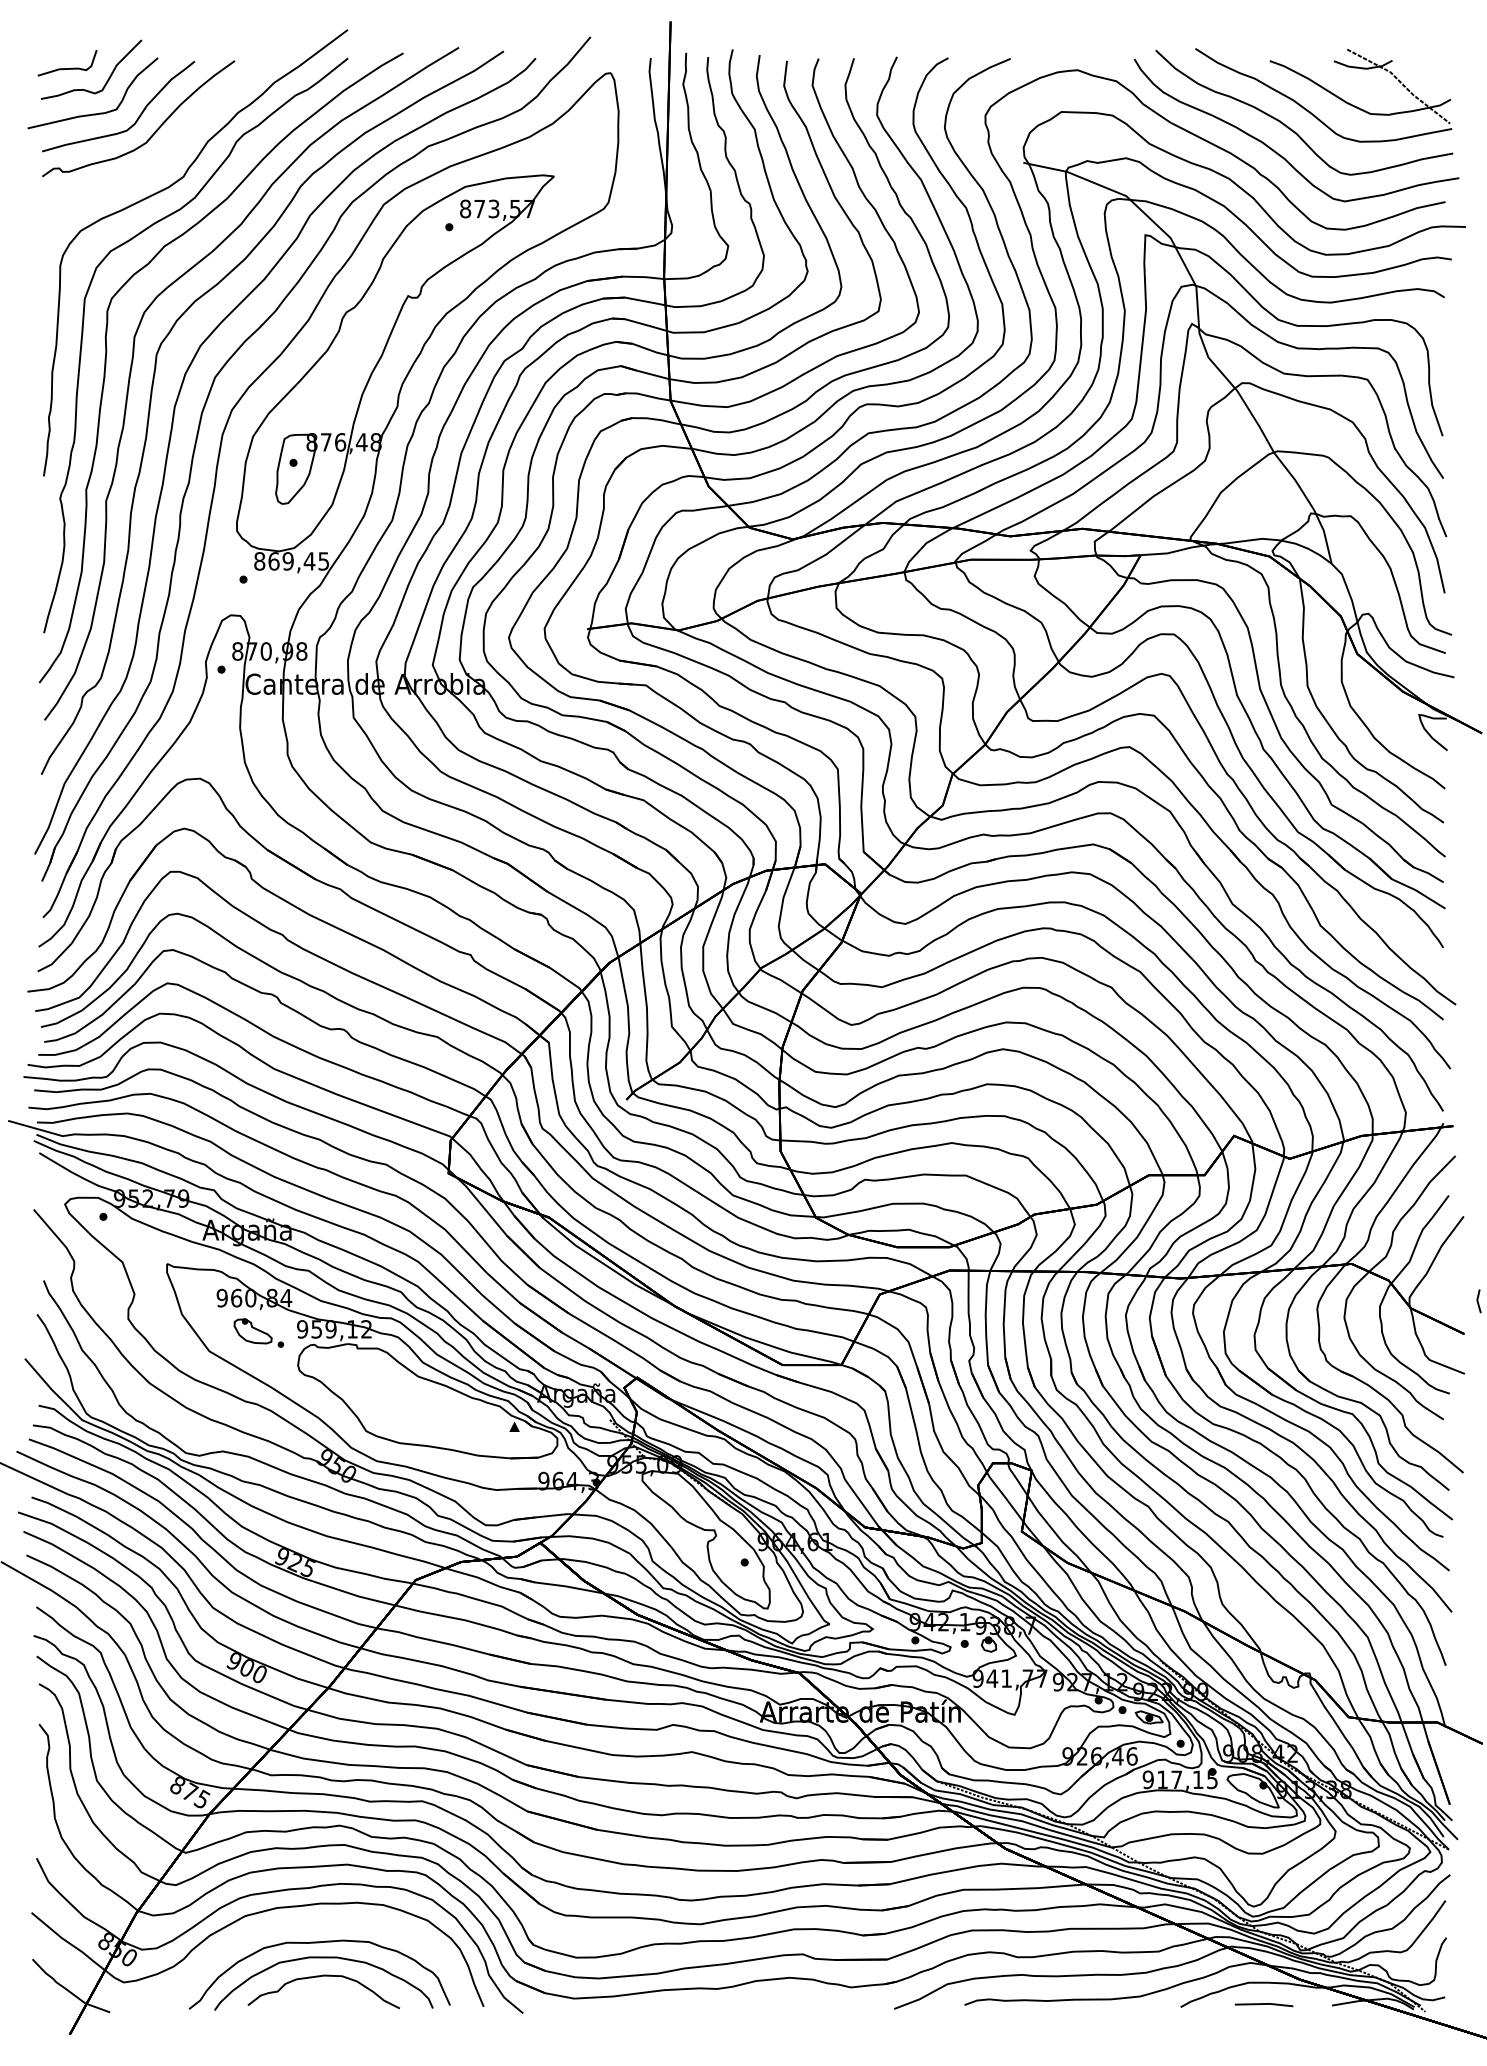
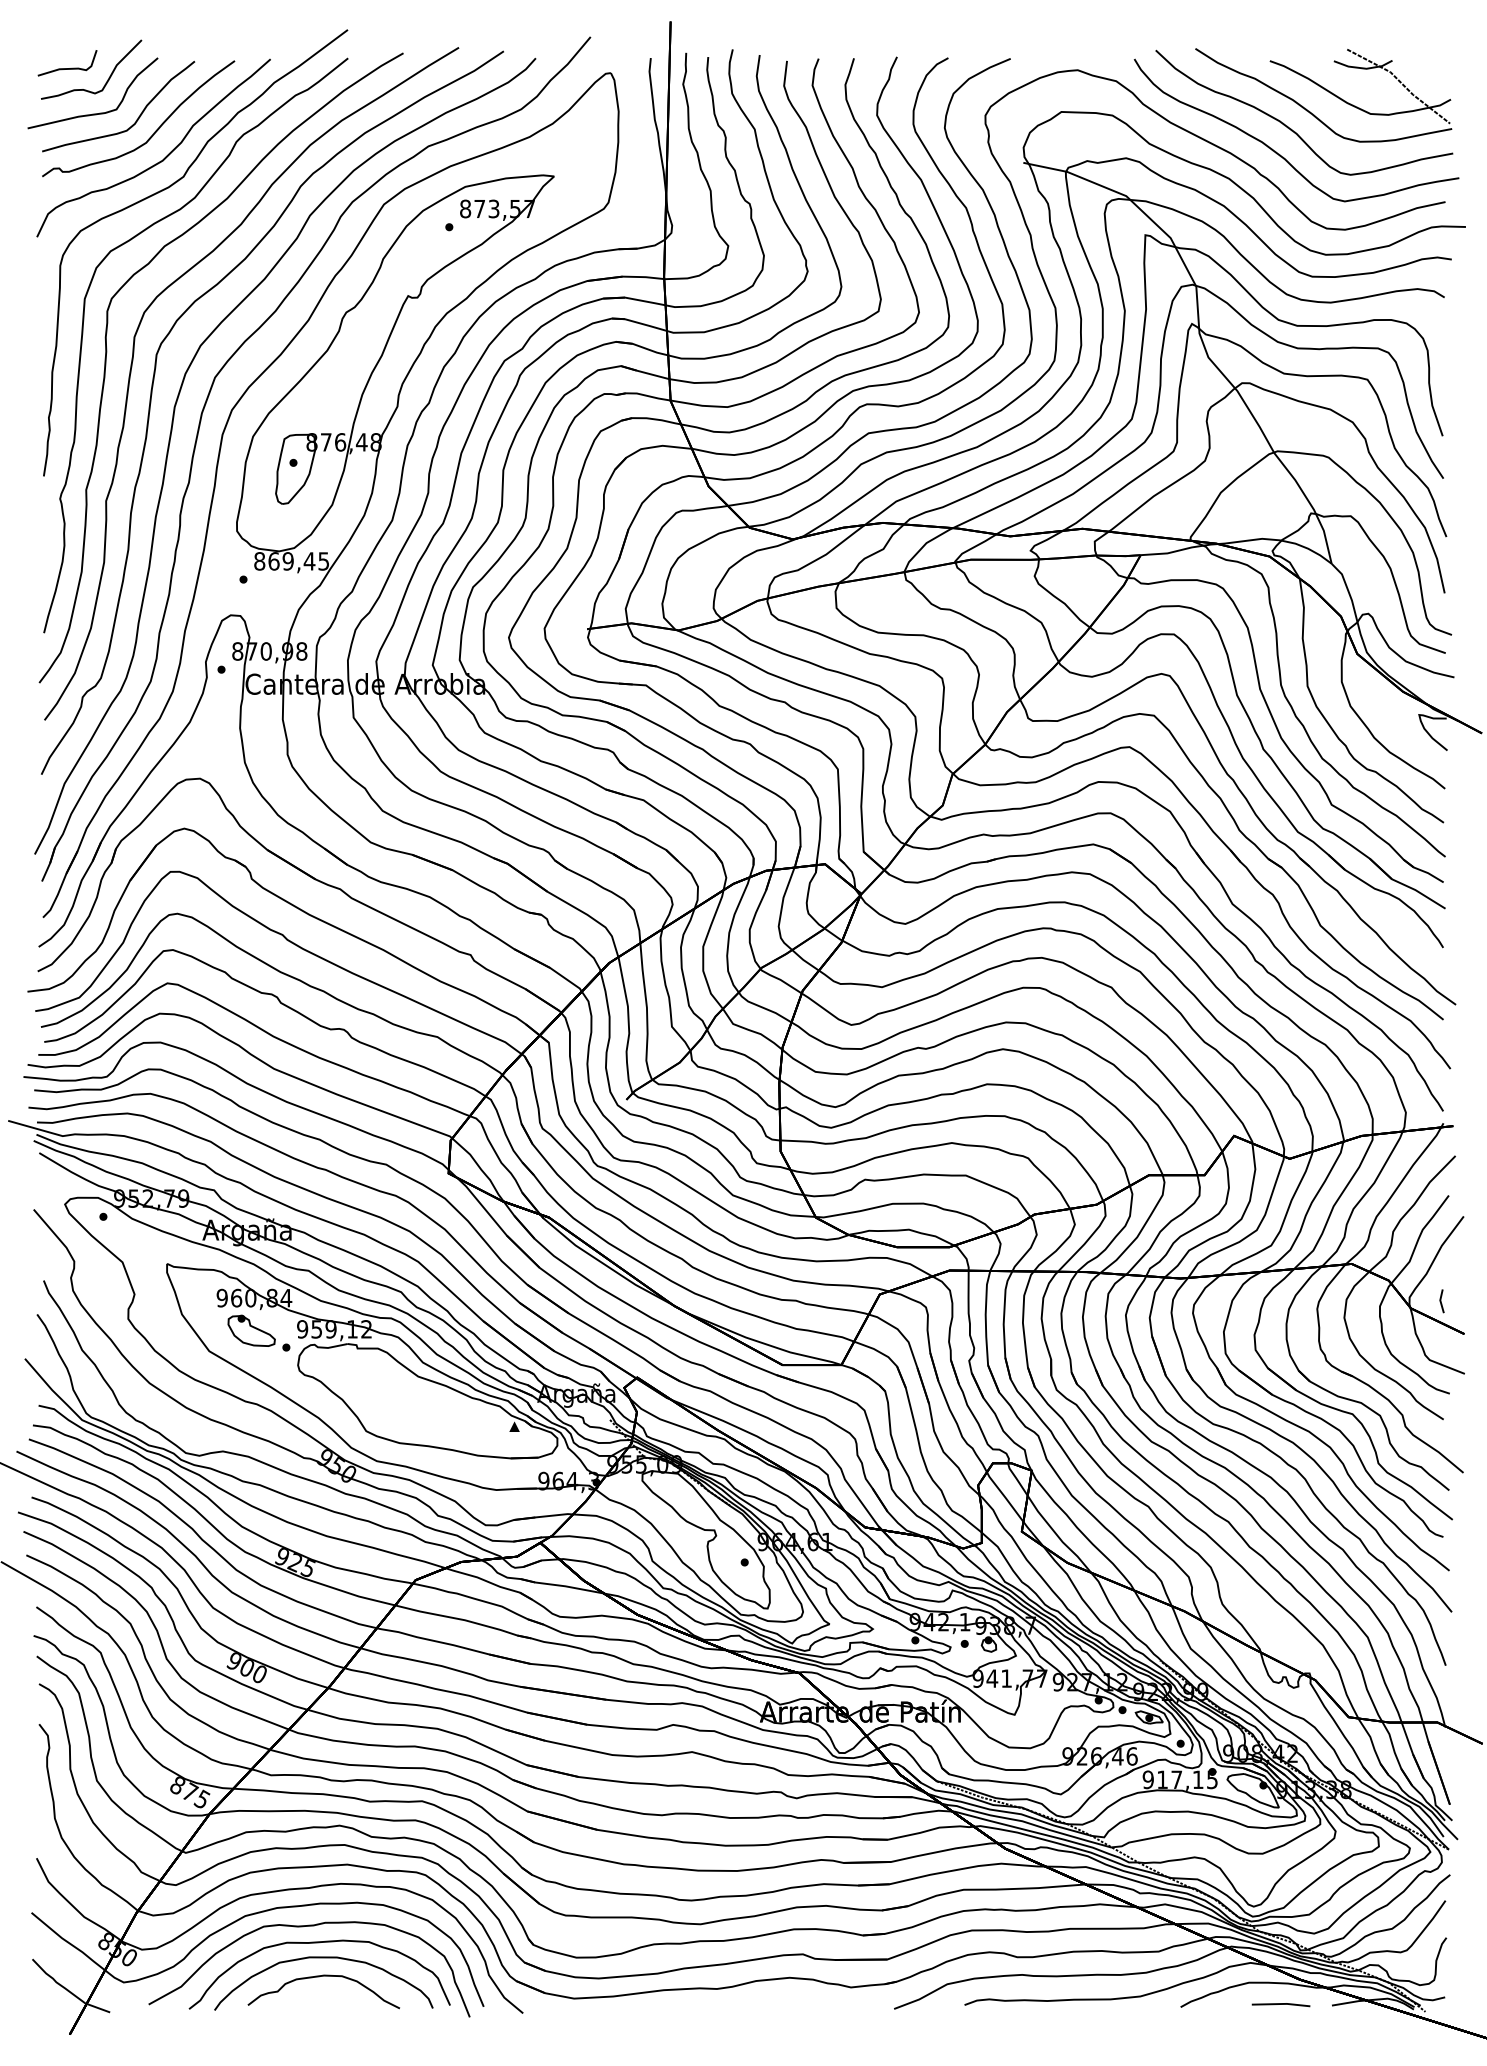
curve at (160, 160): none -> present
line at (1478, 1301) position: (1478, 1301) -> (1441, 1301)
part at (258, 1332) size: 51x30 px -> 64x38 px
curve at (303, 1927): none -> present
line at (1263, 2004) position: (1263, 2004) -> (1280, 2004)
